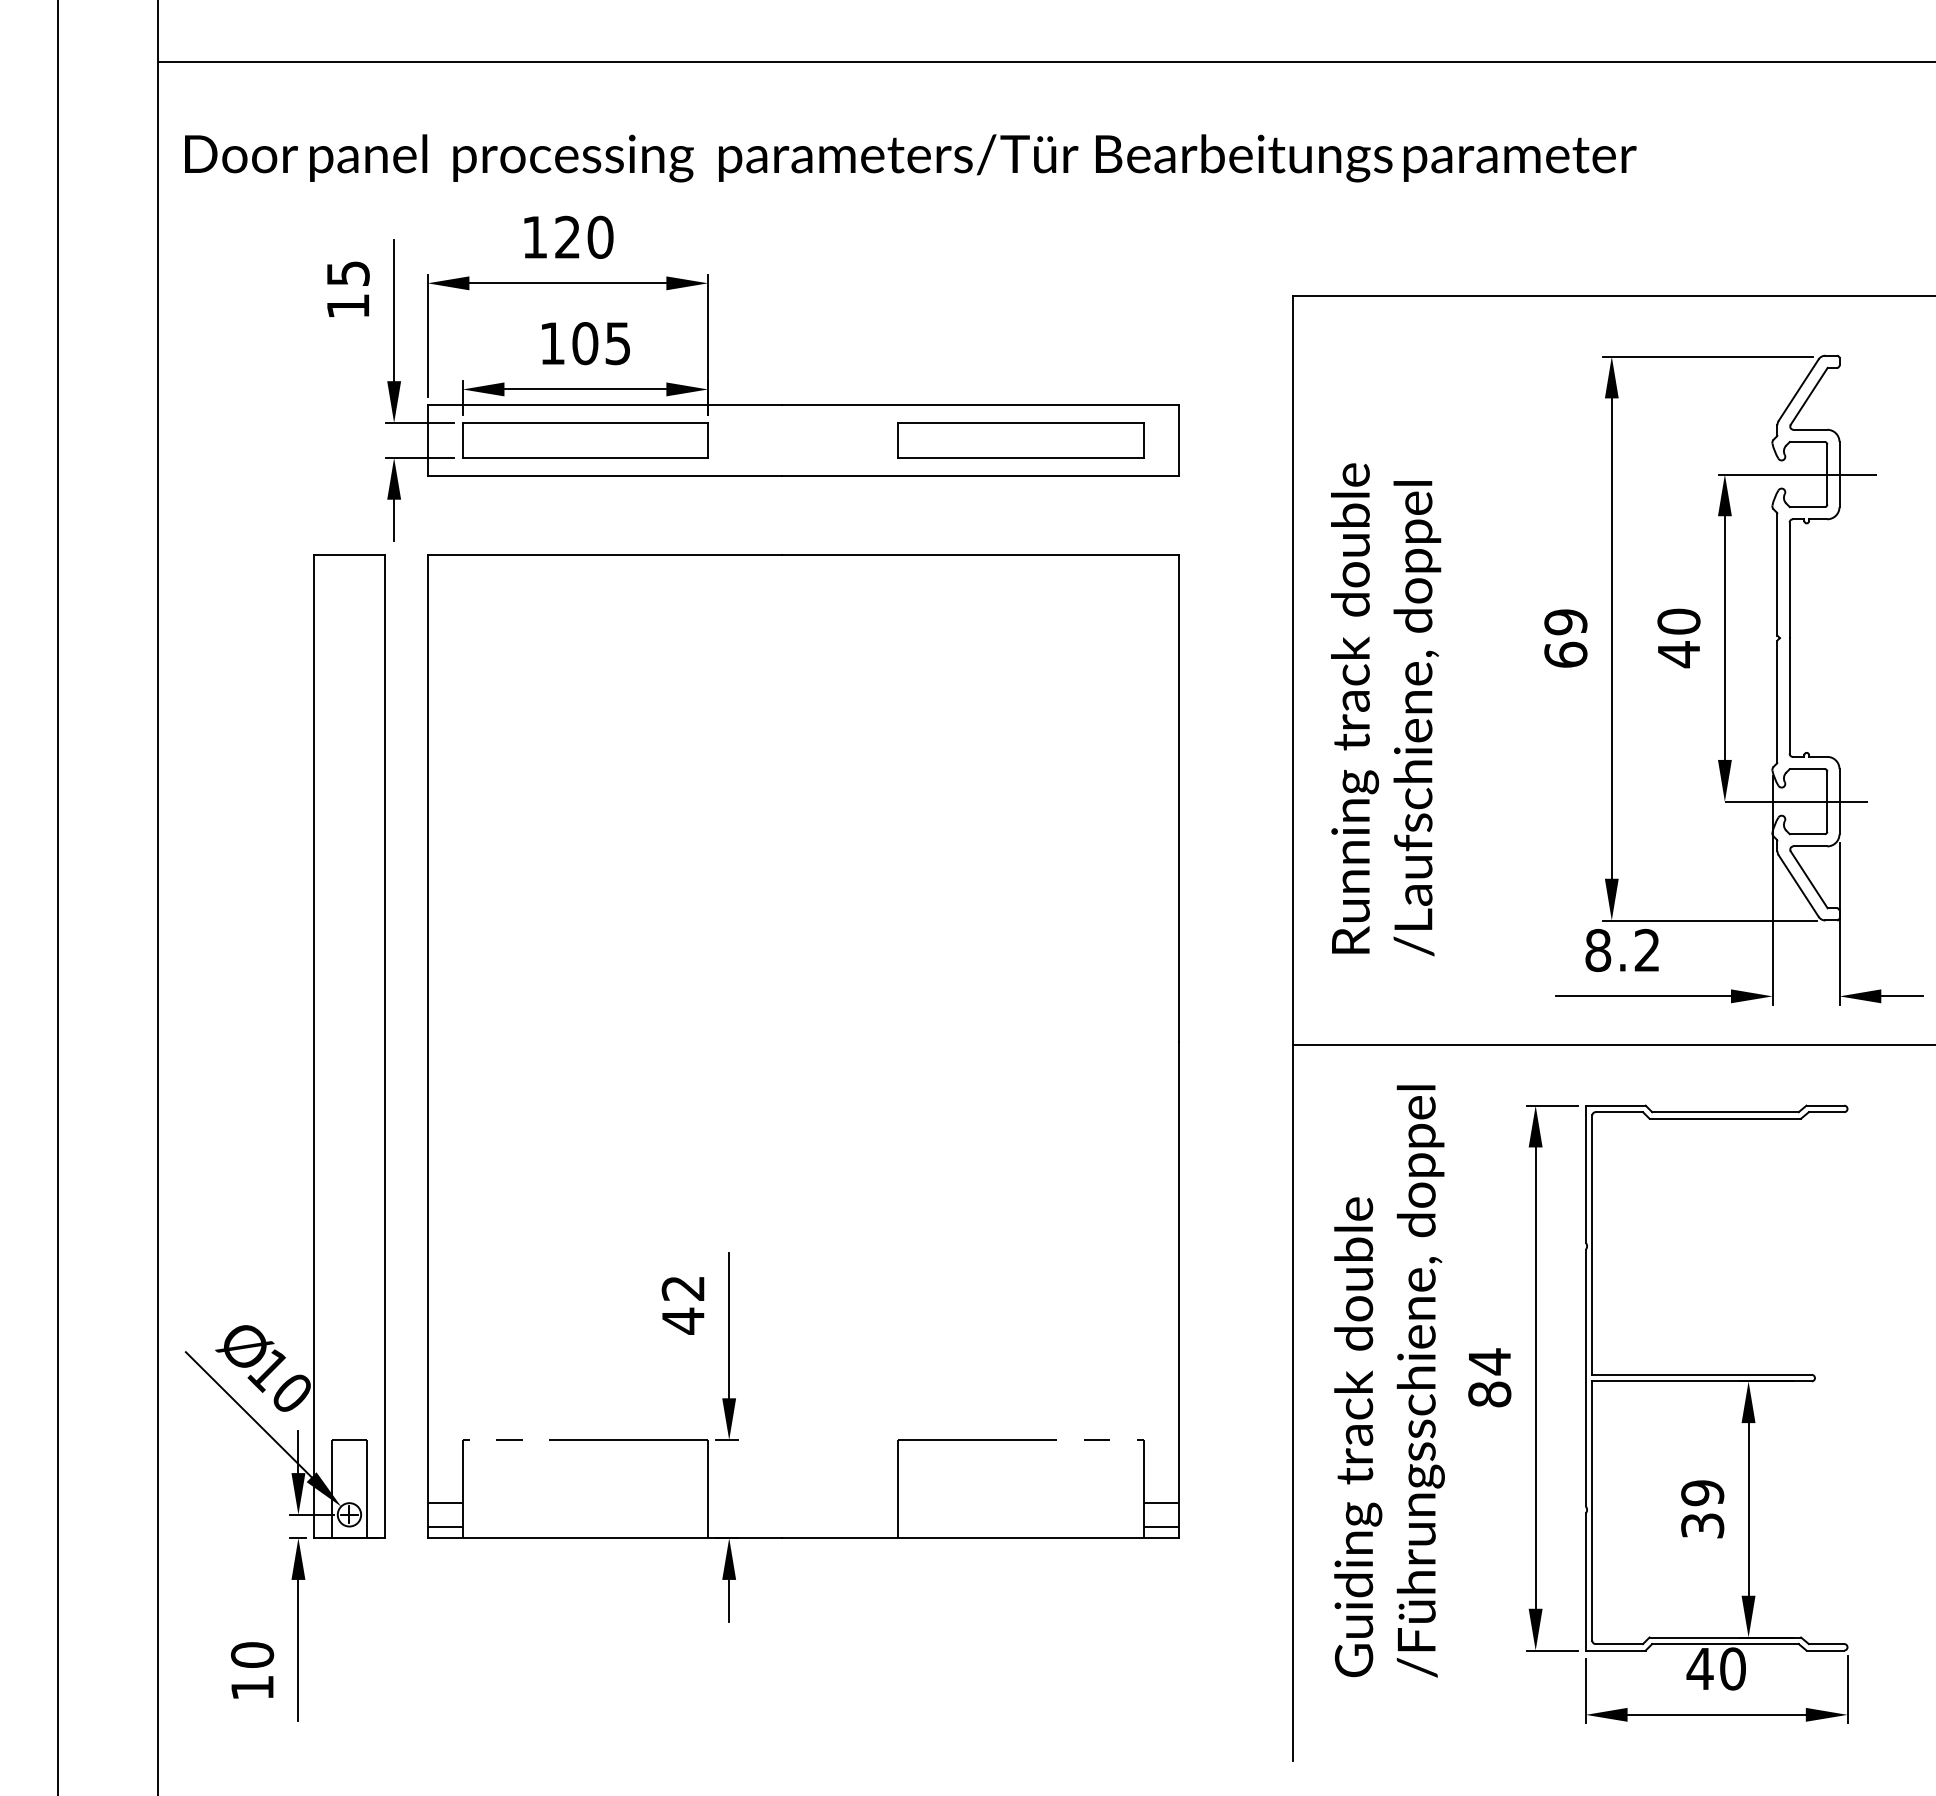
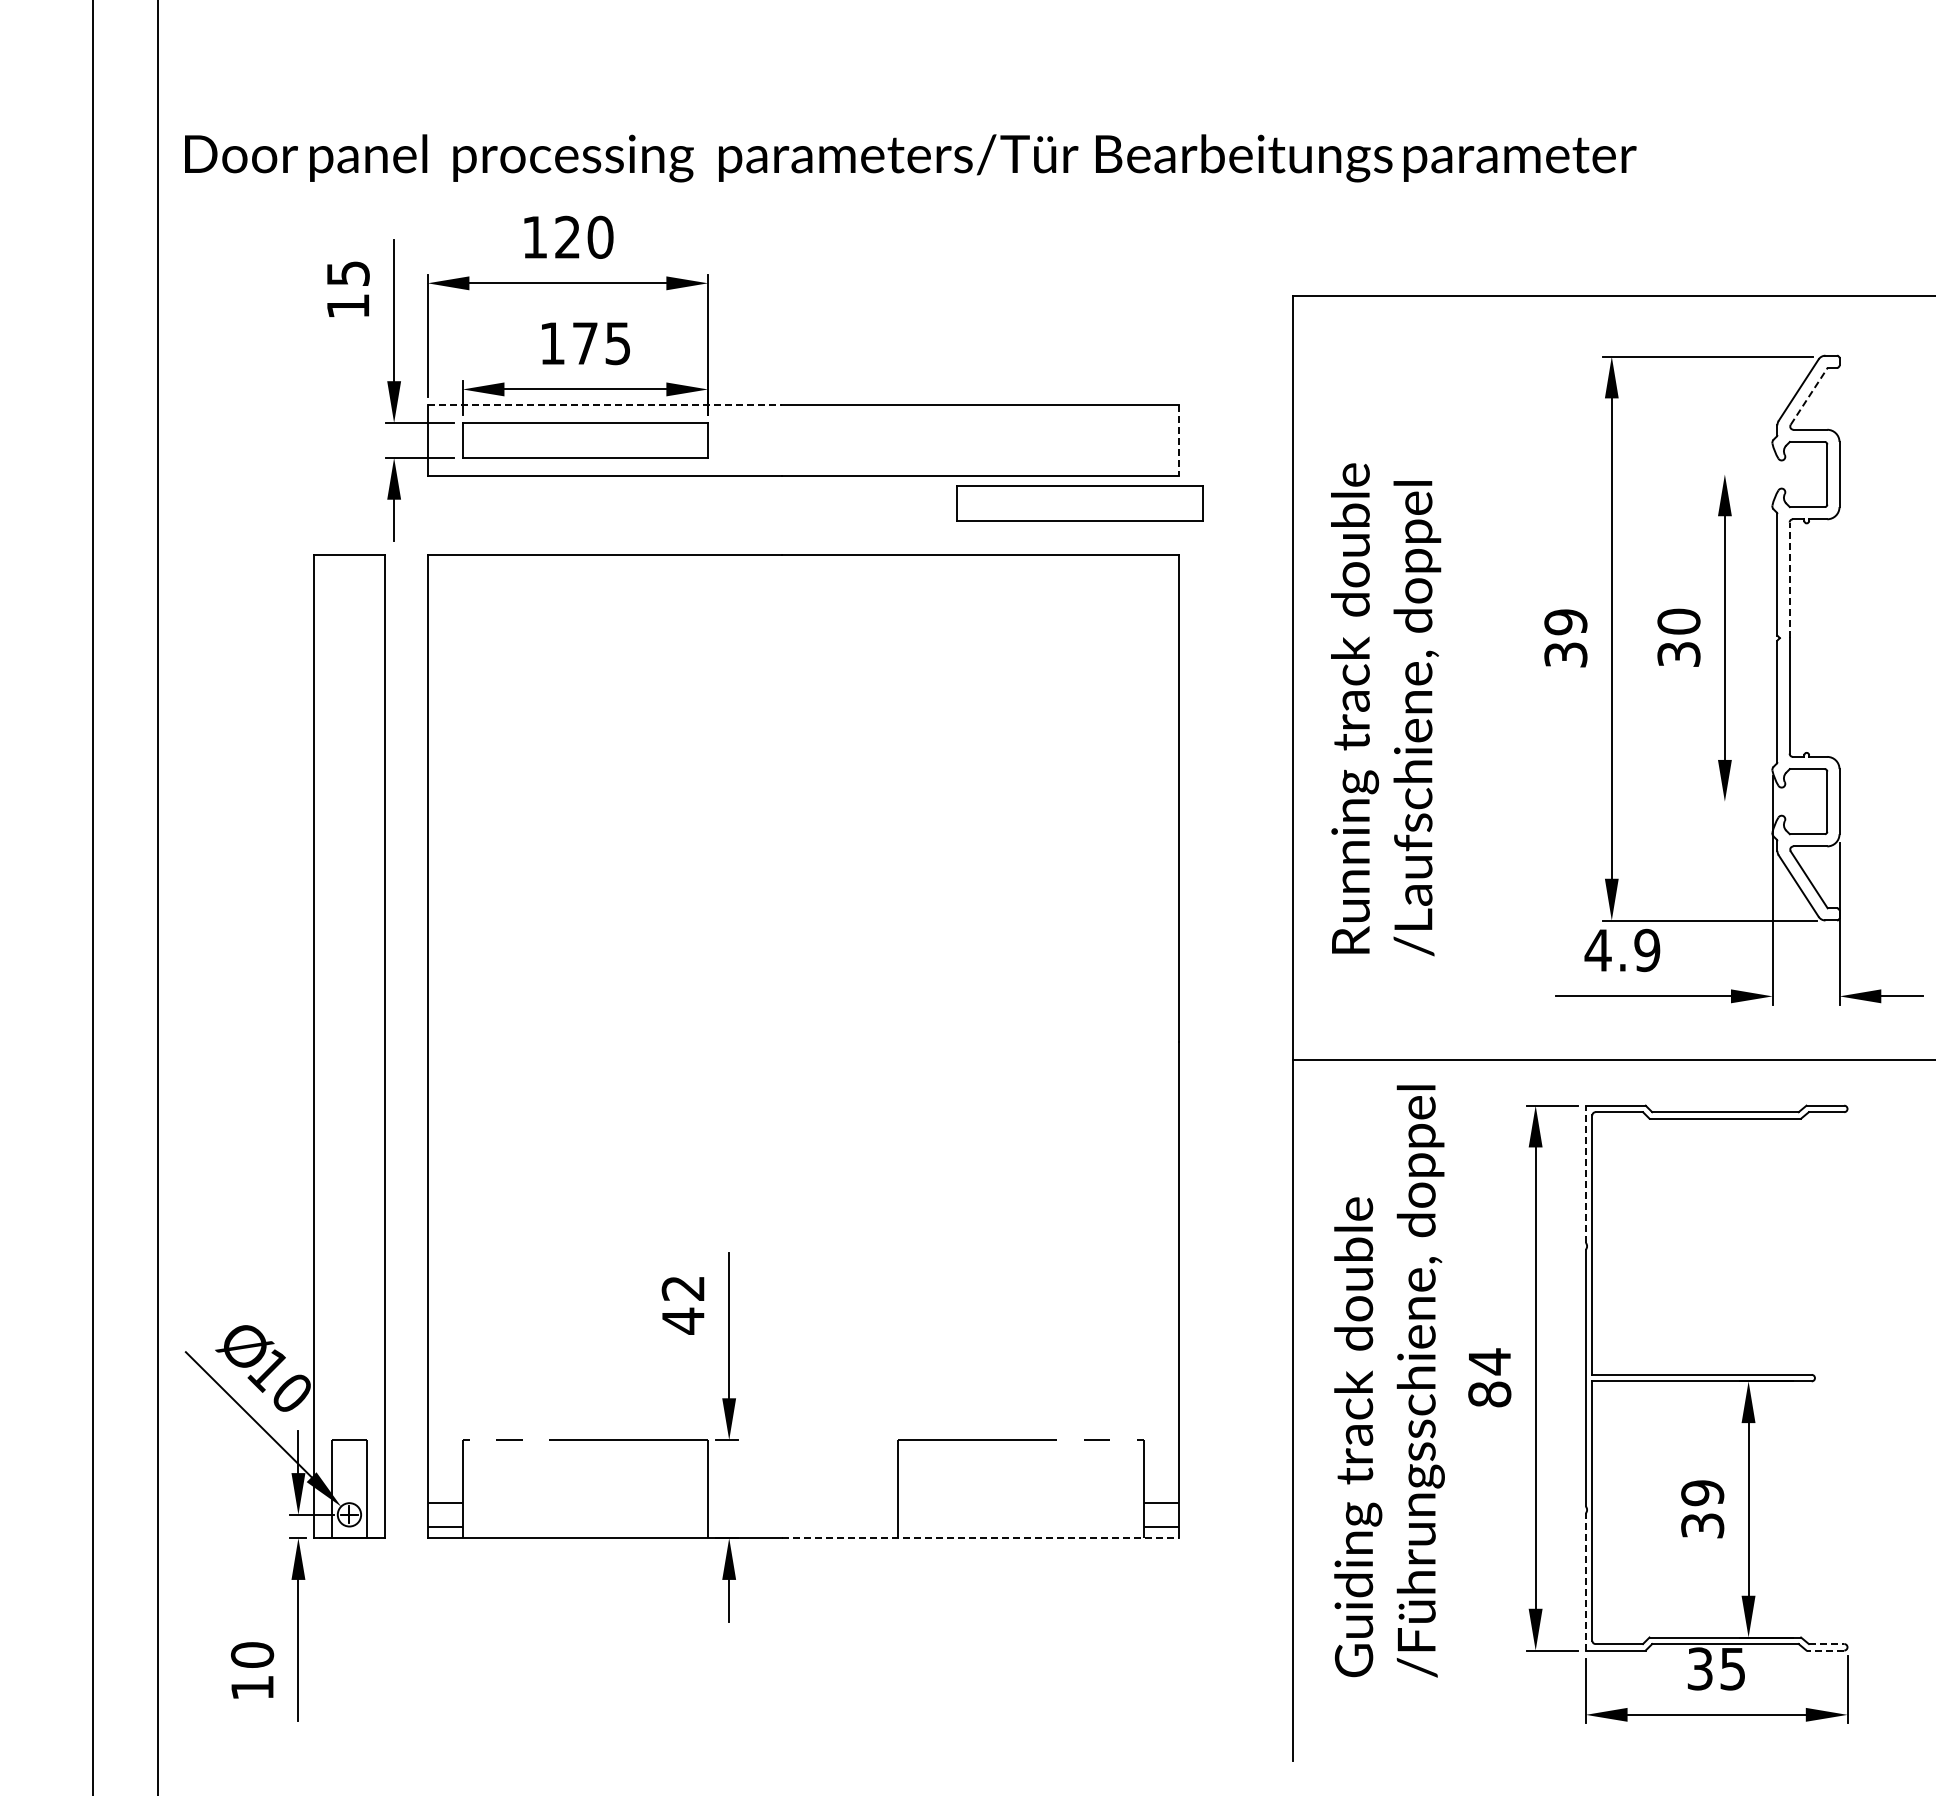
line at (1045, 62): present -> none
text at (585, 343): 105 -> 175
line at (1809, 396): solid -> dashed
line at (605, 405): solid -> dashed
part at (1020, 440) position: (1020, 440) -> (1079, 503)
line at (1178, 440): solid -> dashed
line at (1797, 474): present -> none
line at (1789, 580): solid -> dashed
text at (1565, 654): 69 -> 39
text at (1678, 654): 40 -> 30
line at (1795, 801): present -> none
line at (58, 897) position: (58, 897) -> (93, 897)
text at (1622, 950): 8.2 -> 4.9
line at (1612, 1045) position: (1612, 1045) -> (1612, 1060)
line at (1585, 1174): solid -> dashed
line at (980, 1538): solid -> dashed
line at (1585, 1581): solid -> dashed
line at (1826, 1644): solid -> dashed
line at (1825, 1650): solid -> dashed
text at (1715, 1668): 40 -> 35
